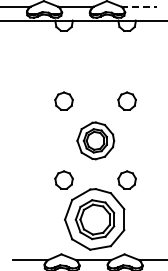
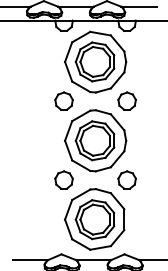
line at (139, 6): dashed -> solid
part at (95, 61): none -> present
part at (95, 140) size: 40x40 px -> 64x64 px
